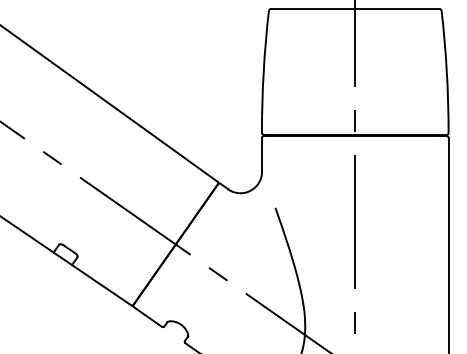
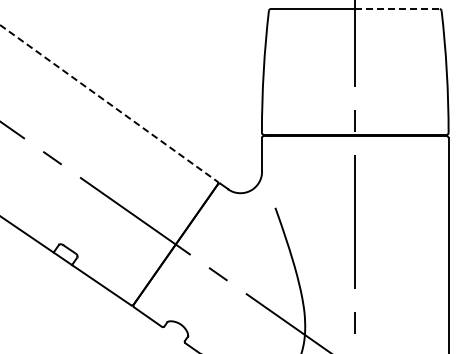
line at (398, 9): solid -> dashed
line at (109, 103): solid -> dashed
